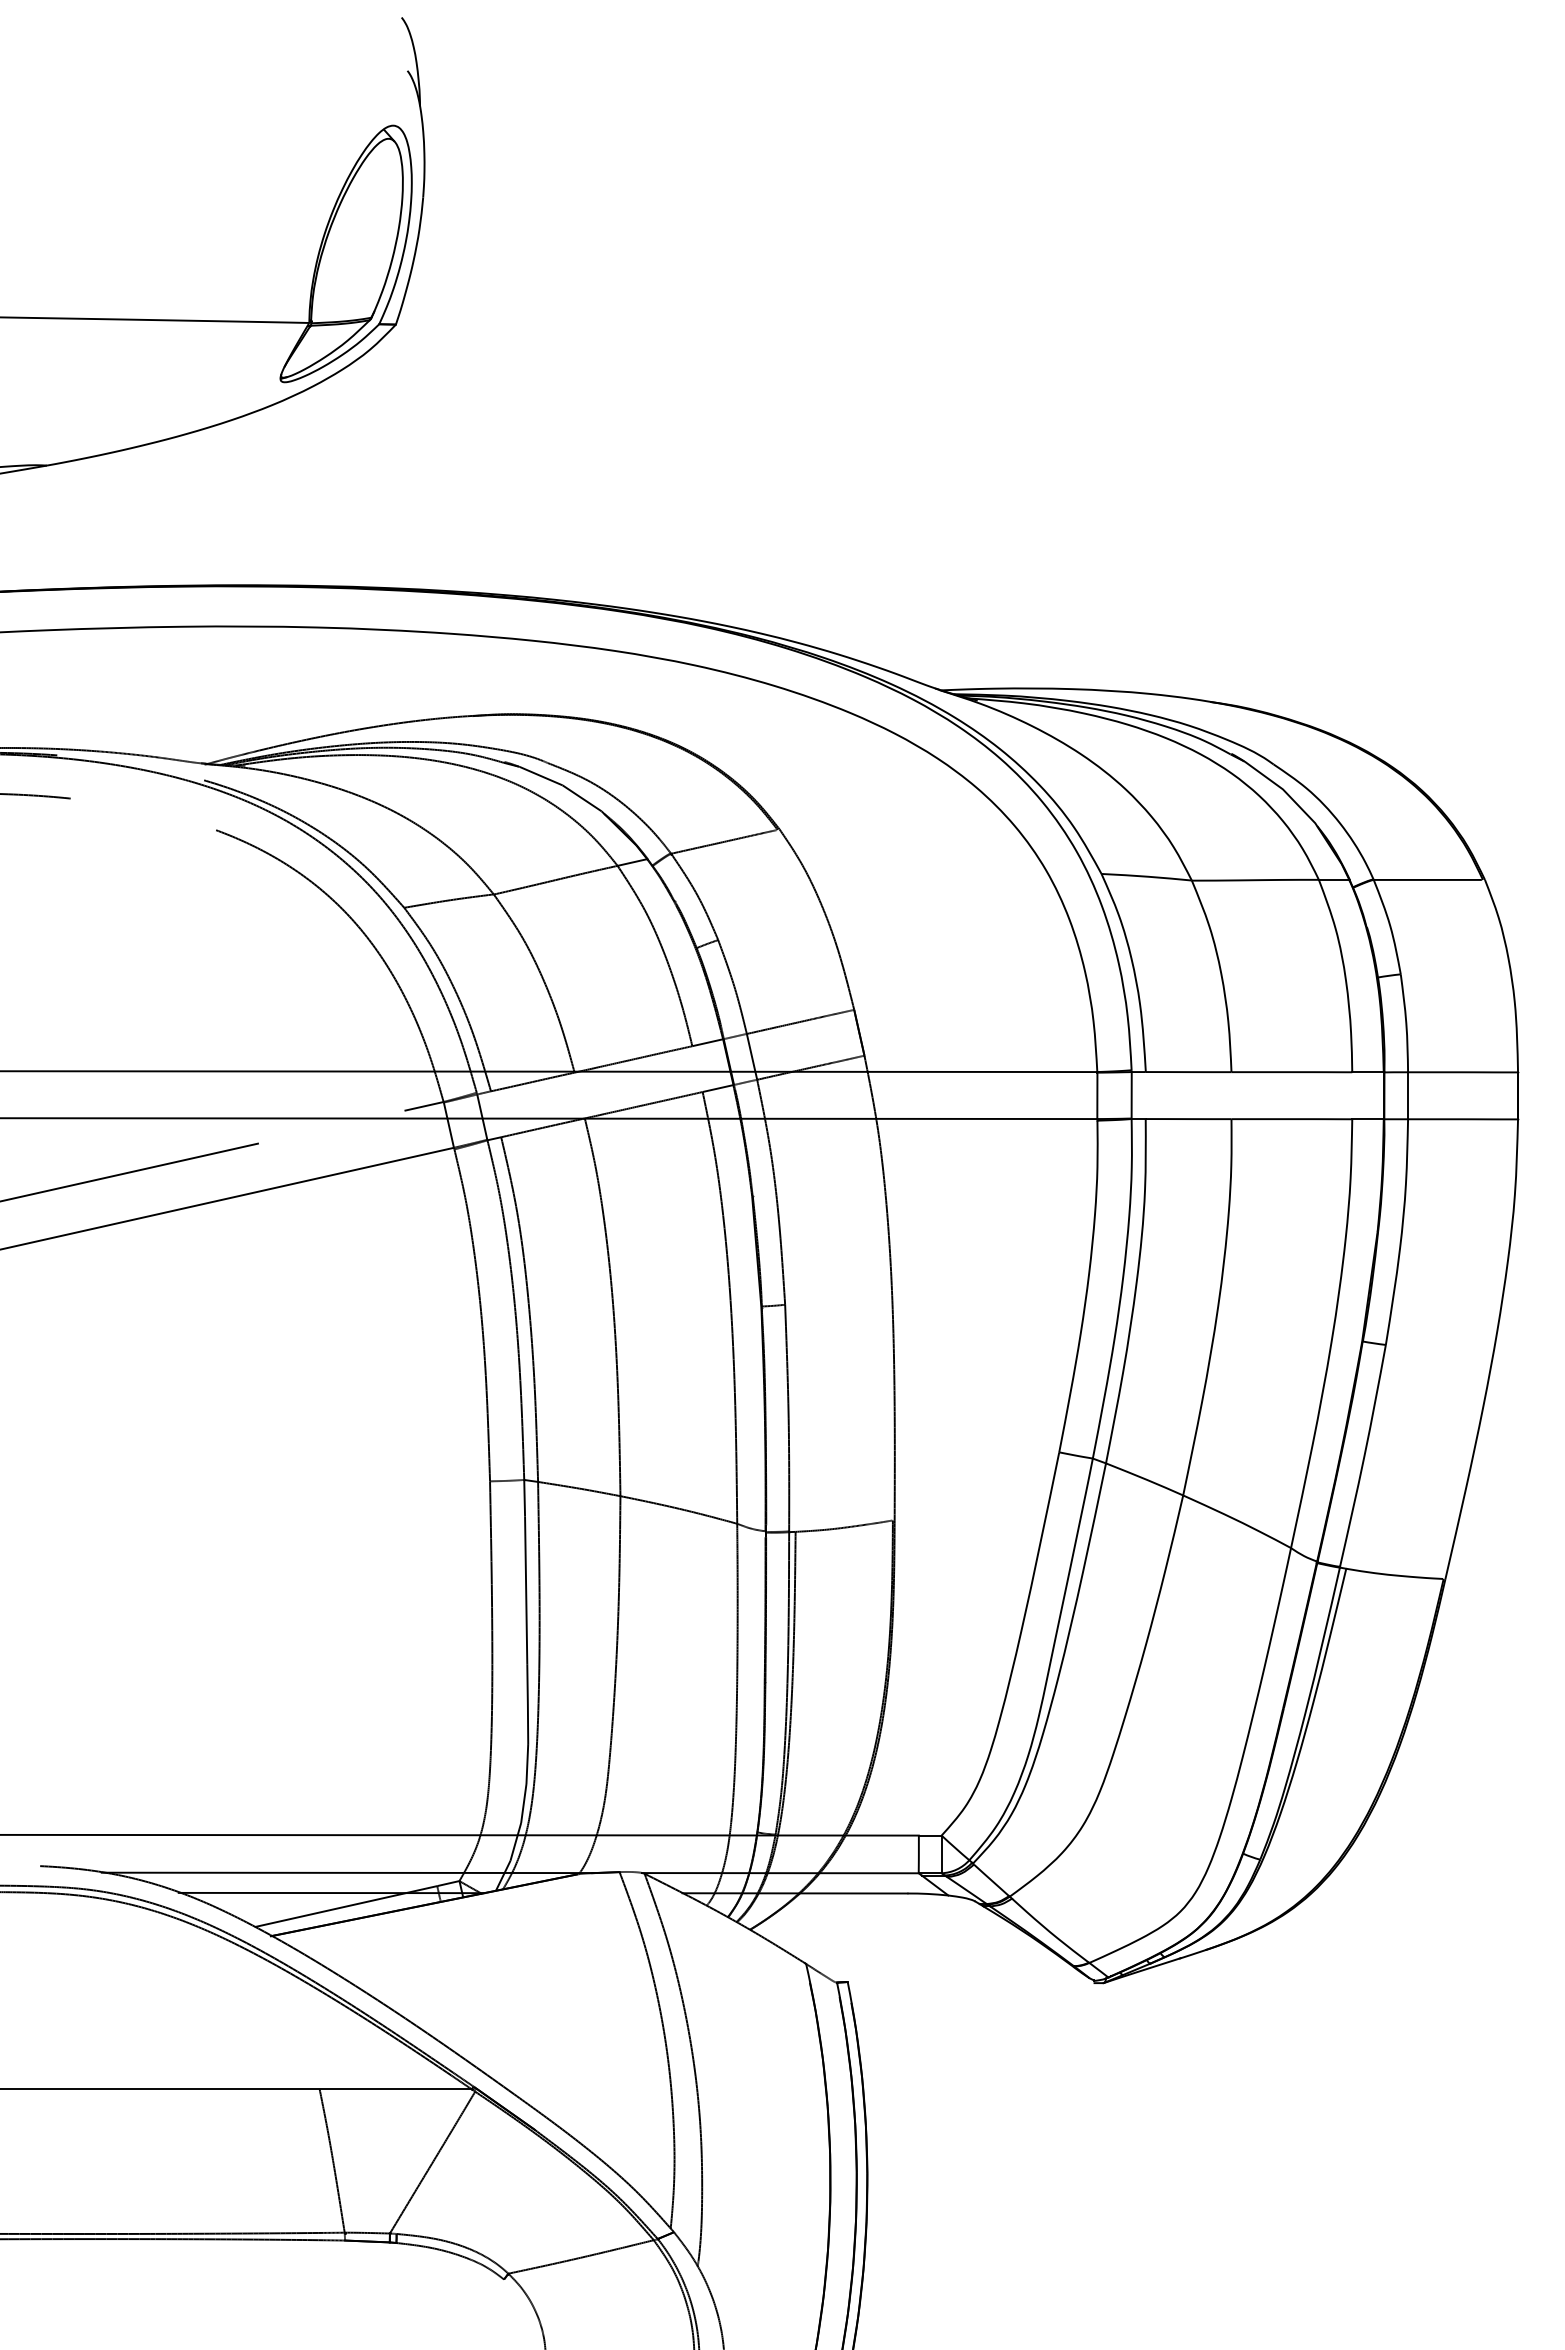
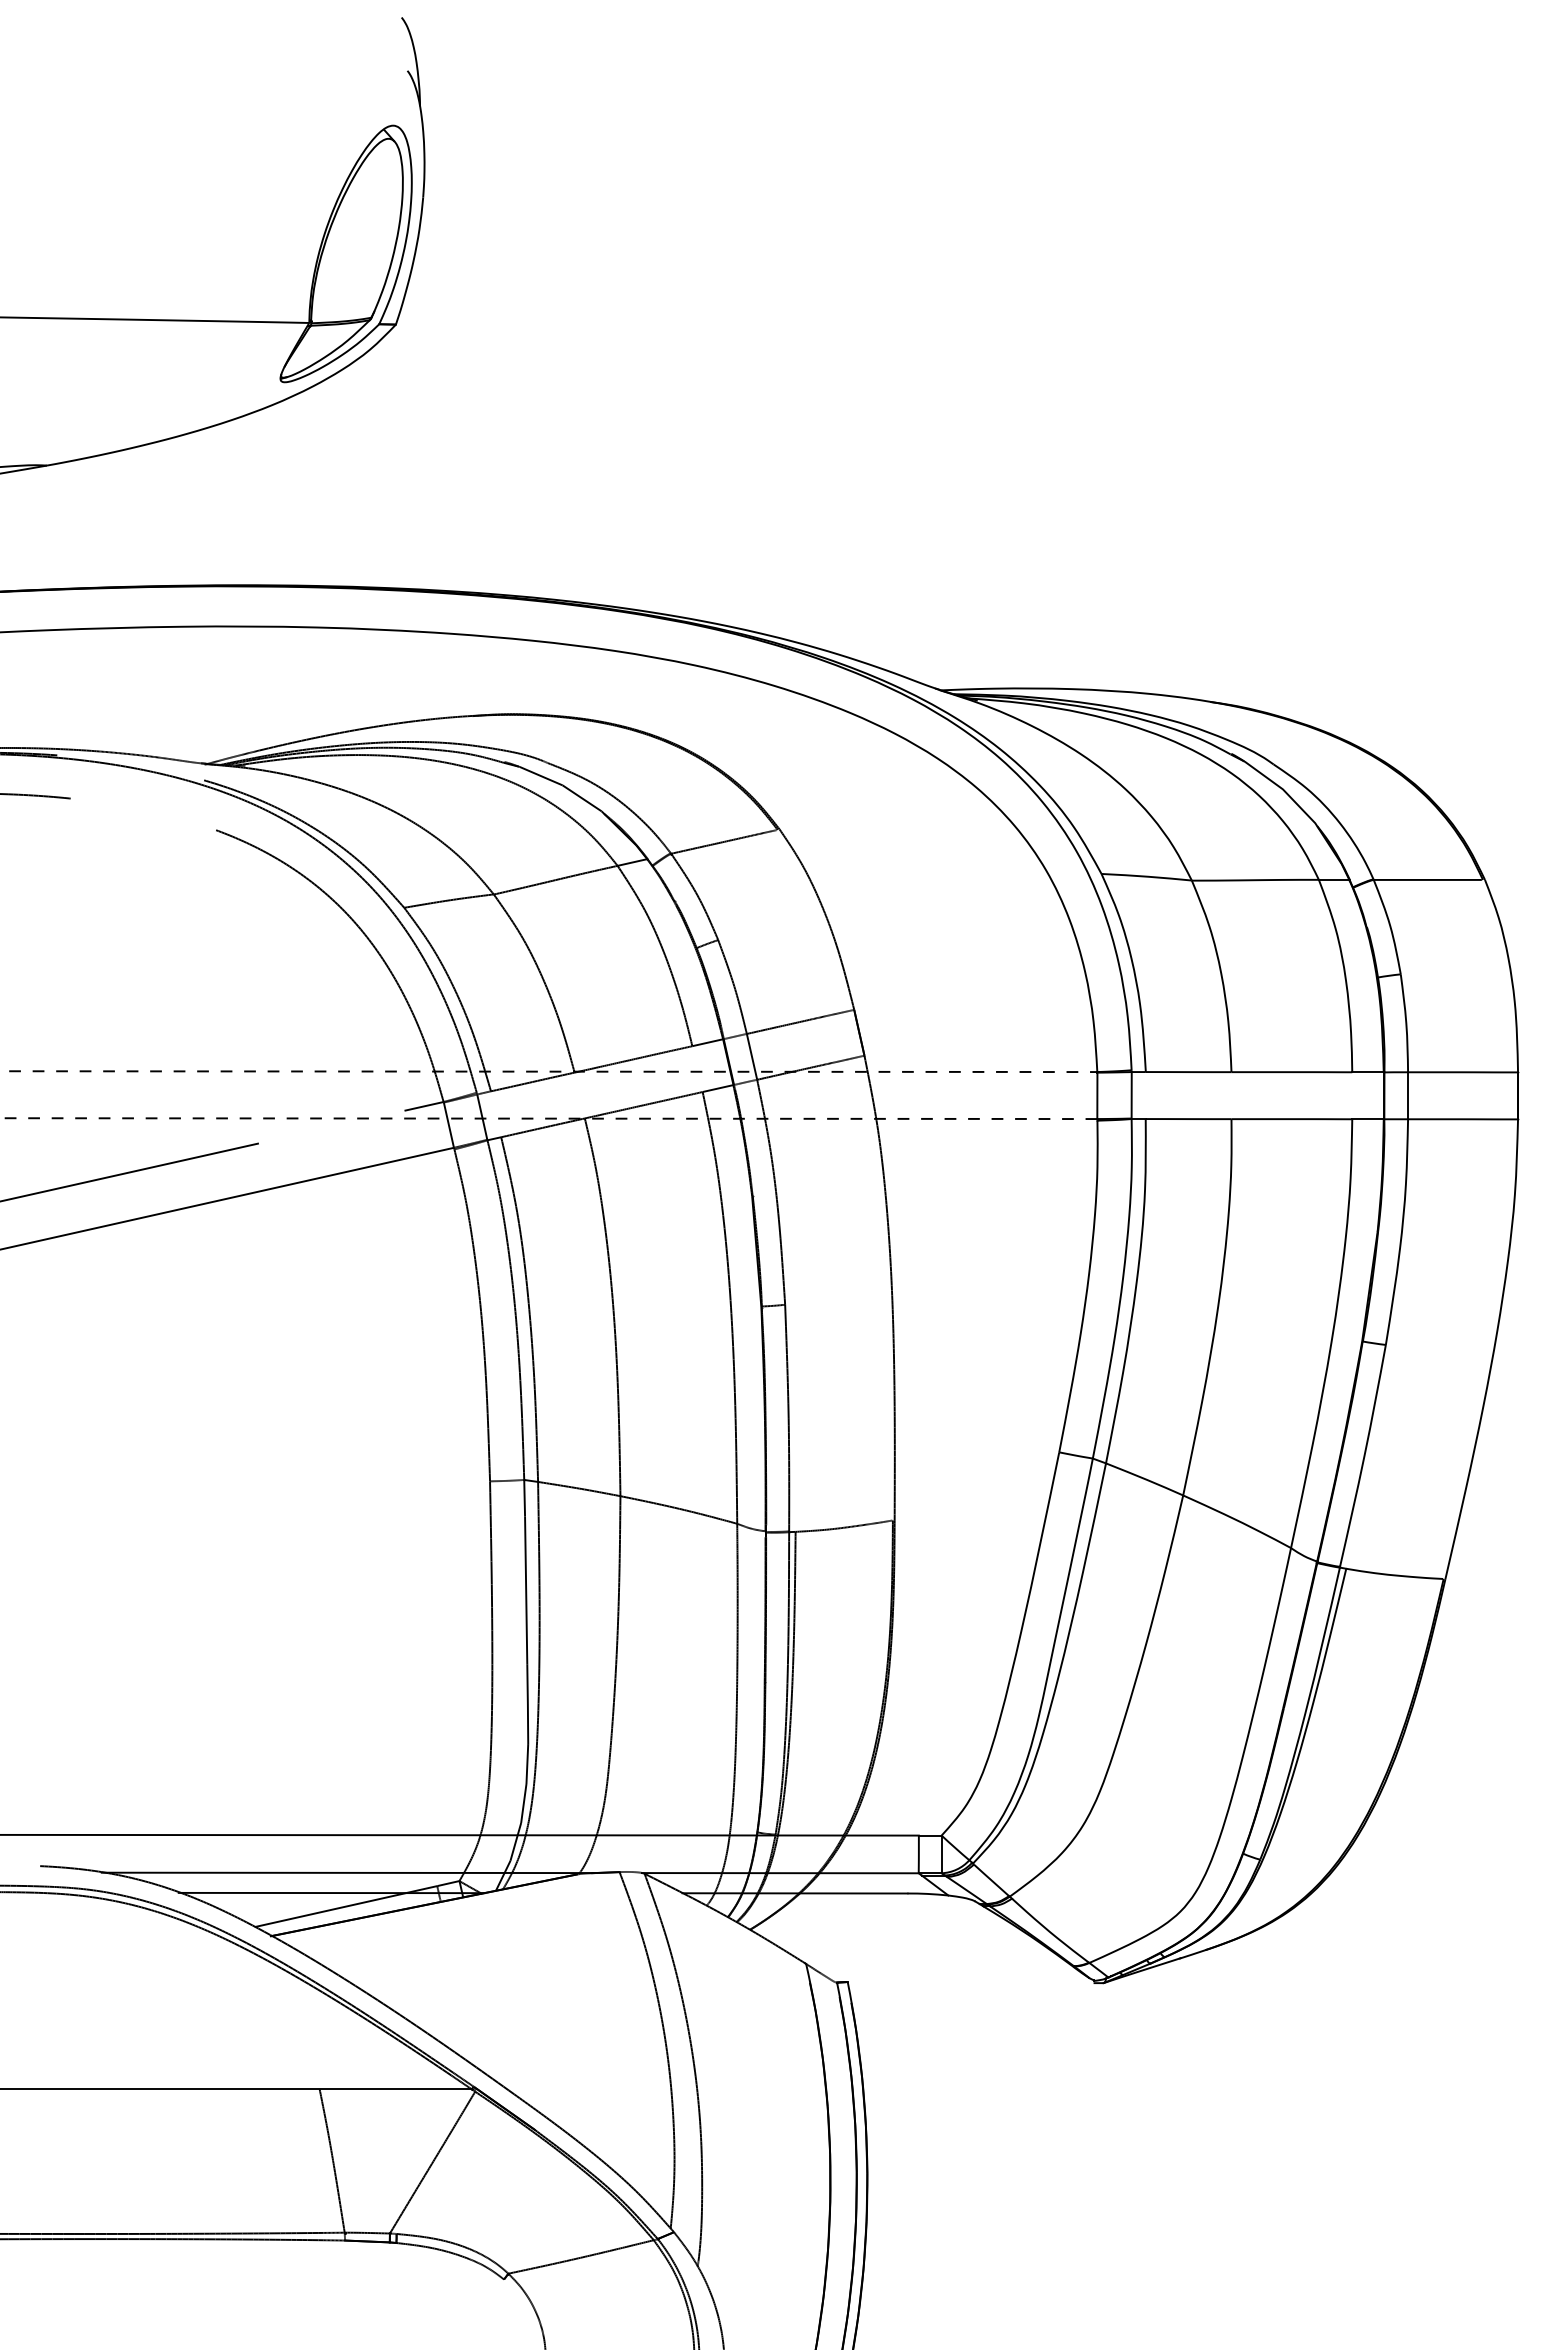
line at (549, 1071): solid -> dashed
line at (548, 1118): solid -> dashed
